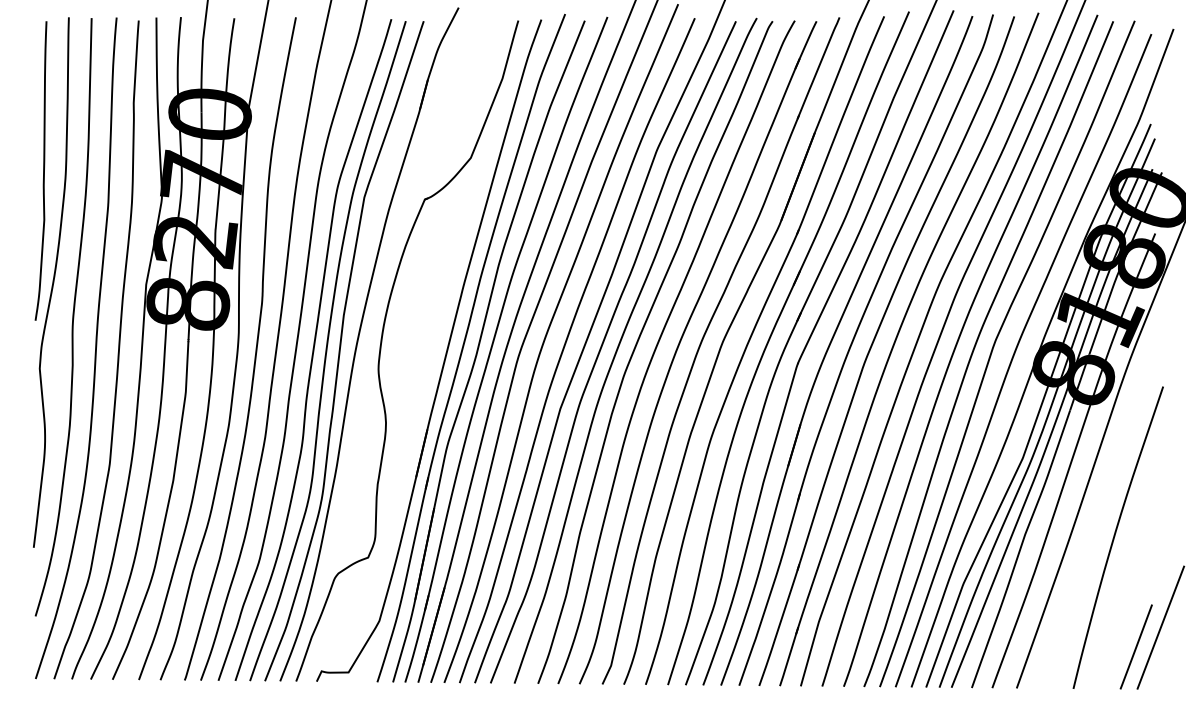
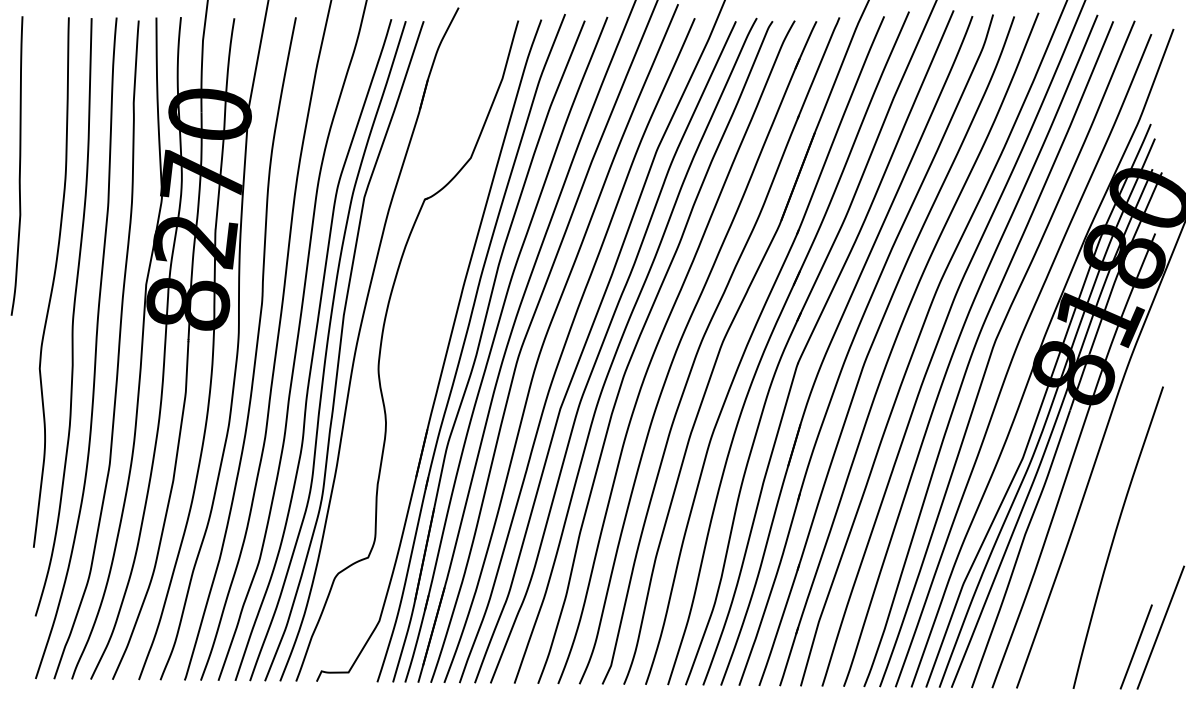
curve at (43, 170) position: (43, 170) -> (19, 165)
